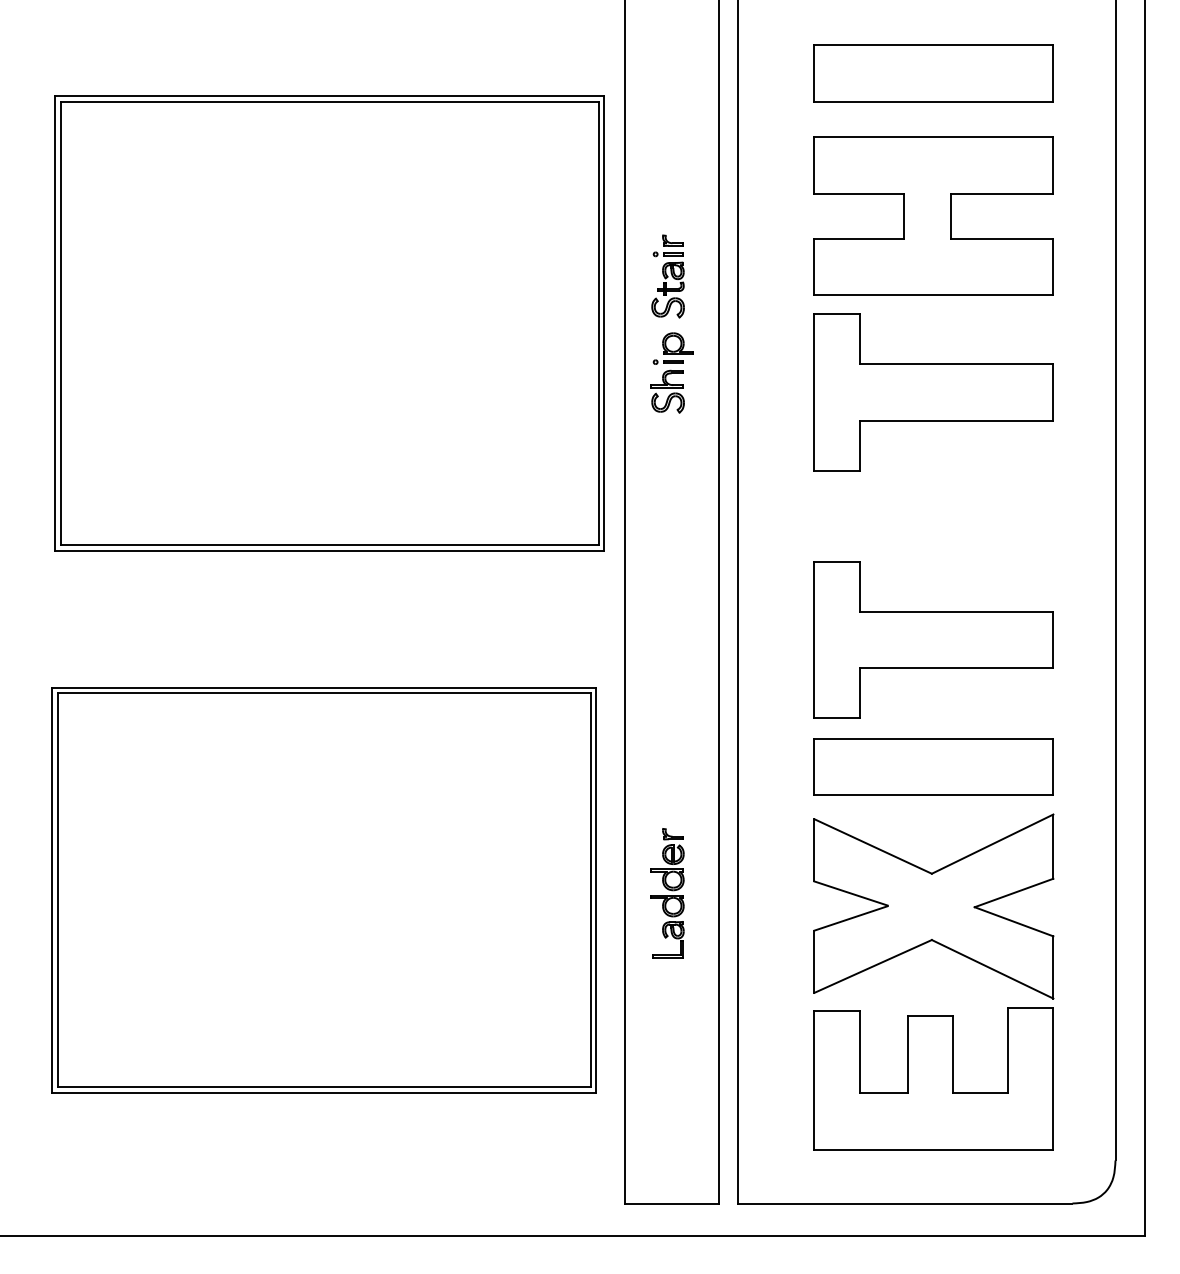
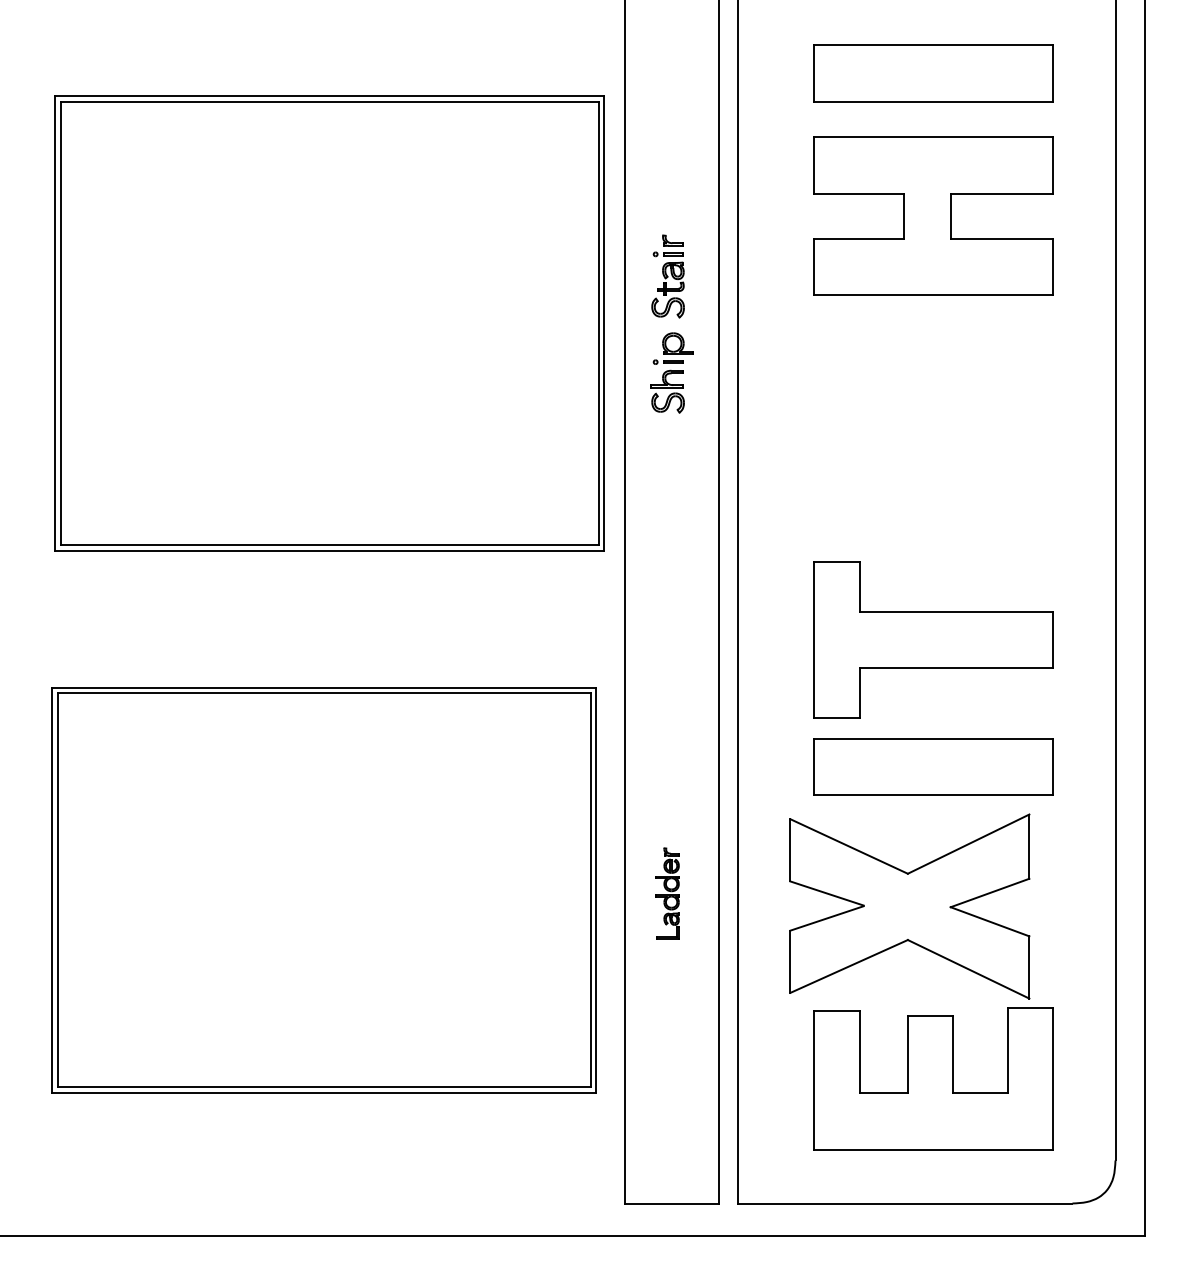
part at (933, 392): present -> none
part at (667, 893) size: 35x131 px -> 25x93 px
part at (933, 906) position: (933, 906) -> (909, 906)
